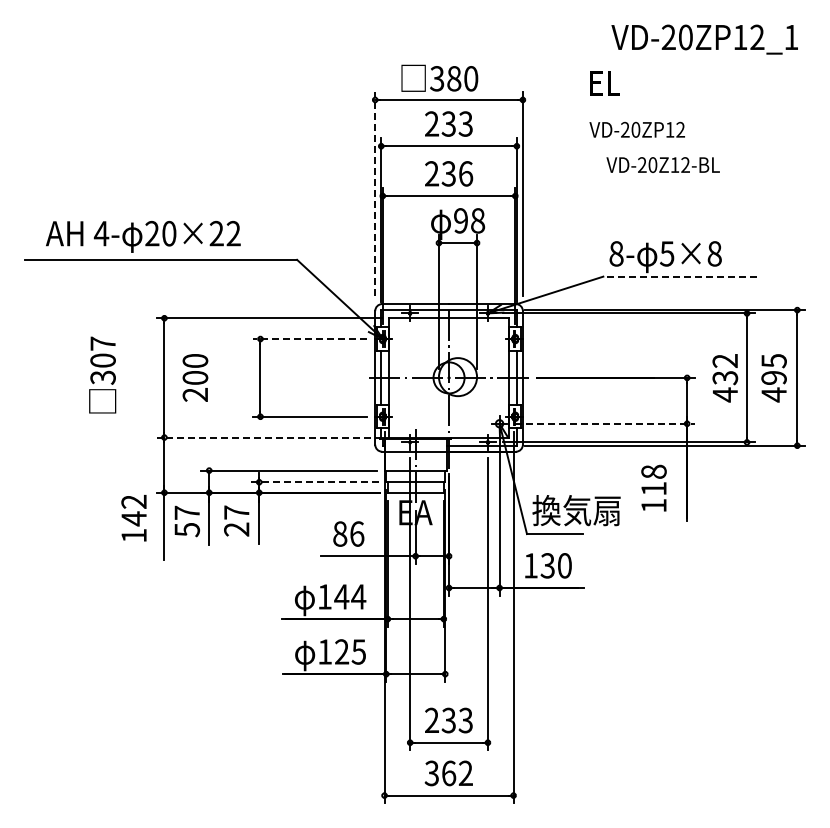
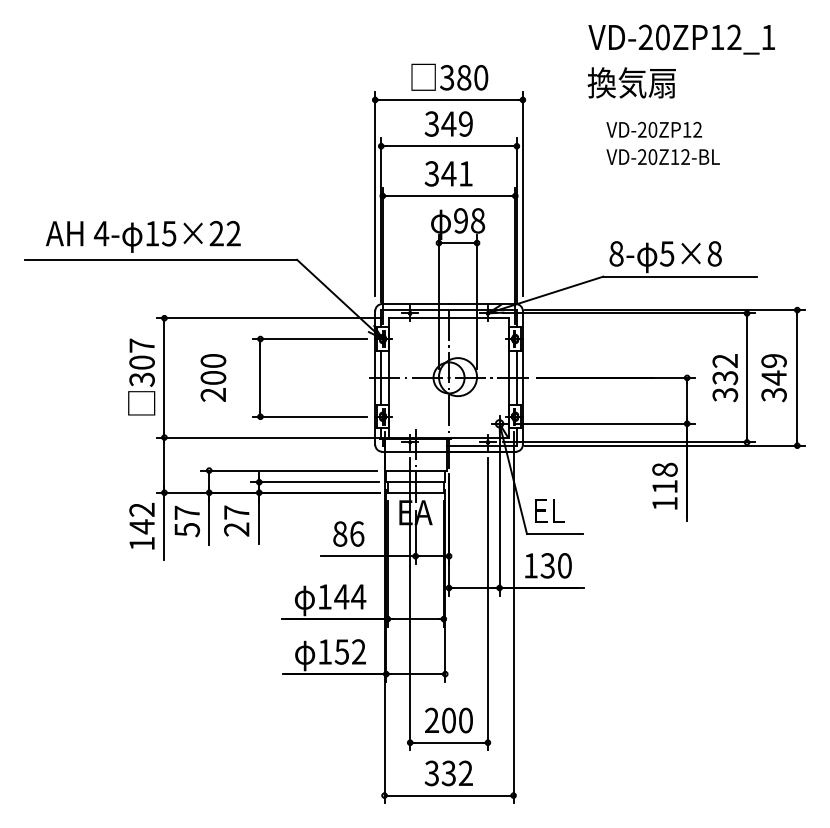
text at (704, 39) position: (704, 39) -> (681, 39)
text at (439, 77) position: (439, 77) -> (449, 76)
text at (631, 82): EL -> 換気扇
text at (448, 123): 233 -> 349
text at (636, 129) position: (636, 129) -> (653, 129)
text at (662, 164) position: (662, 164) -> (662, 156)
text at (448, 173): 236 -> 341
line at (375, 193): dashed -> solid
text at (160, 233): 20×22 -> 15×22
line at (679, 276): dashed -> solid
line at (309, 339): dashed -> solid
text at (102, 374) position: (102, 374) -> (141, 376)
text at (195, 377) position: (195, 377) -> (213, 377)
text at (773, 378): 495 -> 349
text at (725, 394): 432 -> 332
line at (605, 423): dashed -> solid
line at (268, 437): dashed -> solid
line at (315, 482): dashed -> solid
text at (653, 487) position: (653, 487) -> (664, 485)
text at (576, 510): 換気扇 -> EL
text at (133, 518) position: (133, 518) -> (141, 526)
text at (349, 651): 125 -> 152
text at (456, 720): 233 -> 200
text at (448, 773): 362 -> 332
